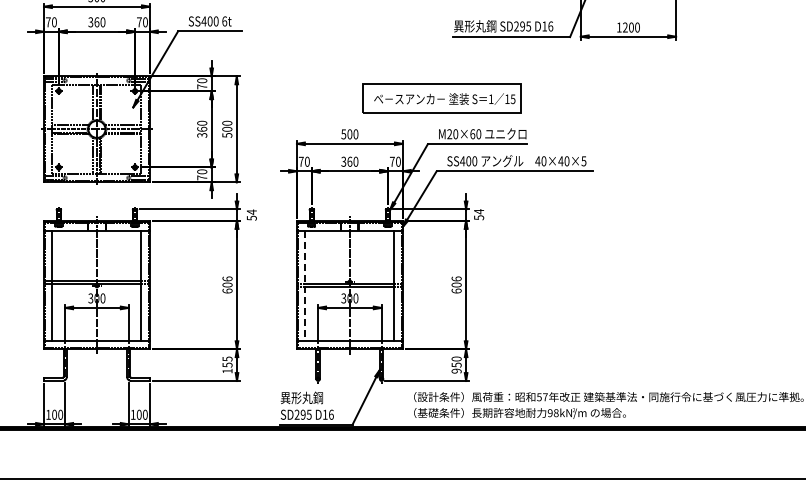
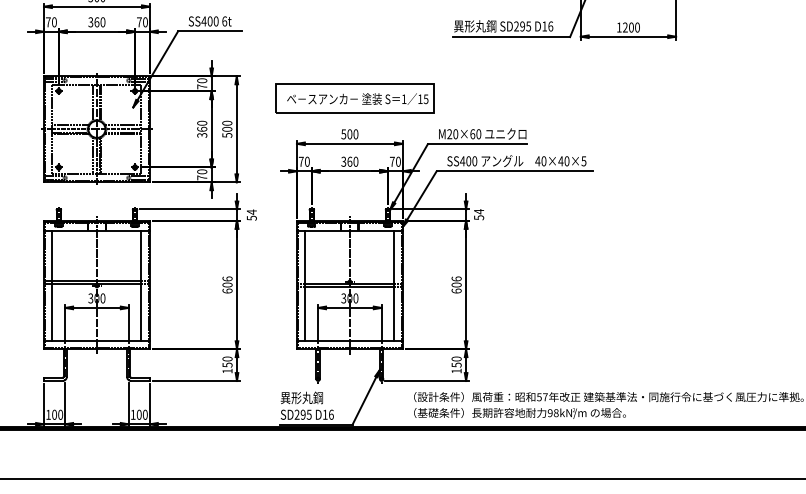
part at (441, 98) position: (441, 98) -> (354, 98)
line at (305, 286): dashed -> solid
text at (227, 358): 155 -> 150
text at (456, 370): 950 -> 150
